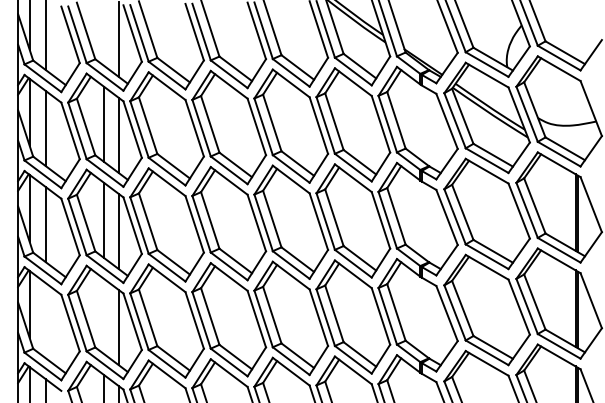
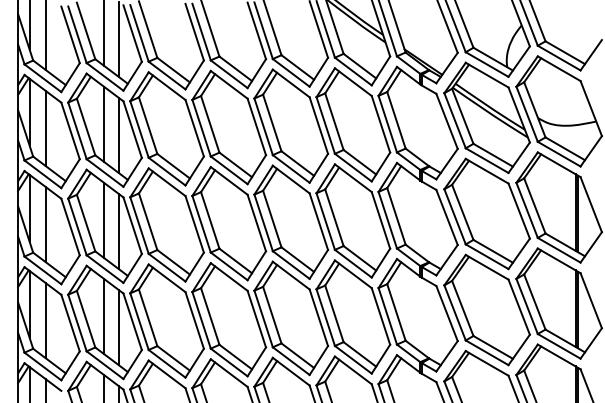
line at (104, 34): none -> present
line at (104, 316): none -> present
line at (46, 320): none -> present
